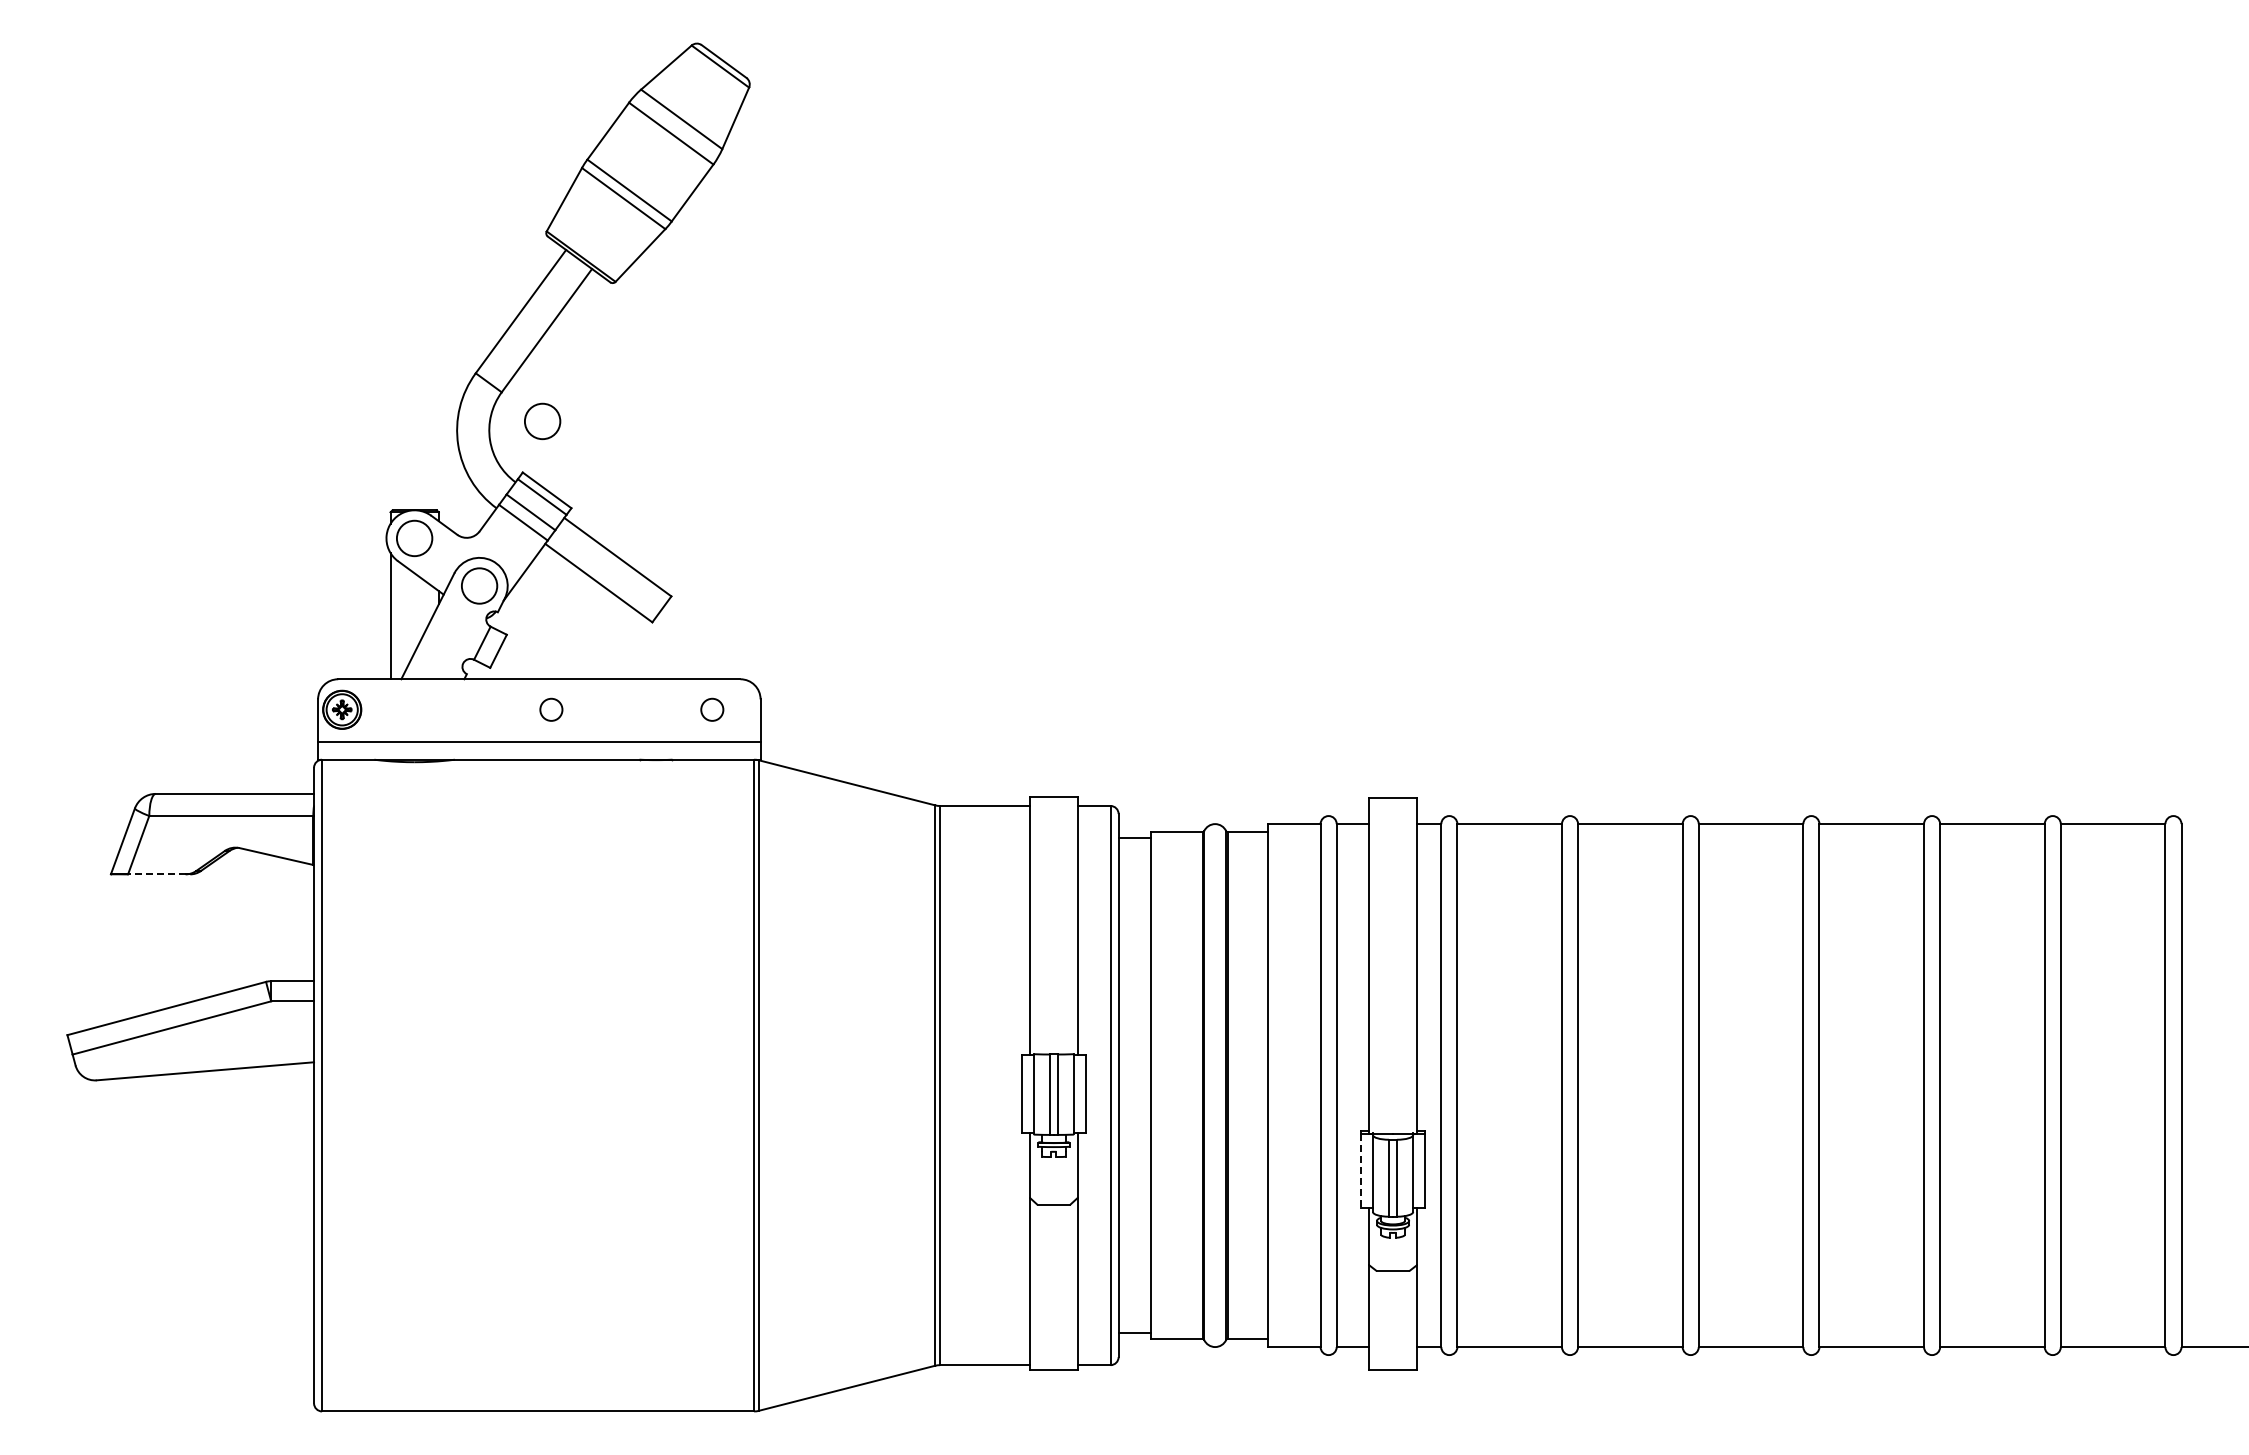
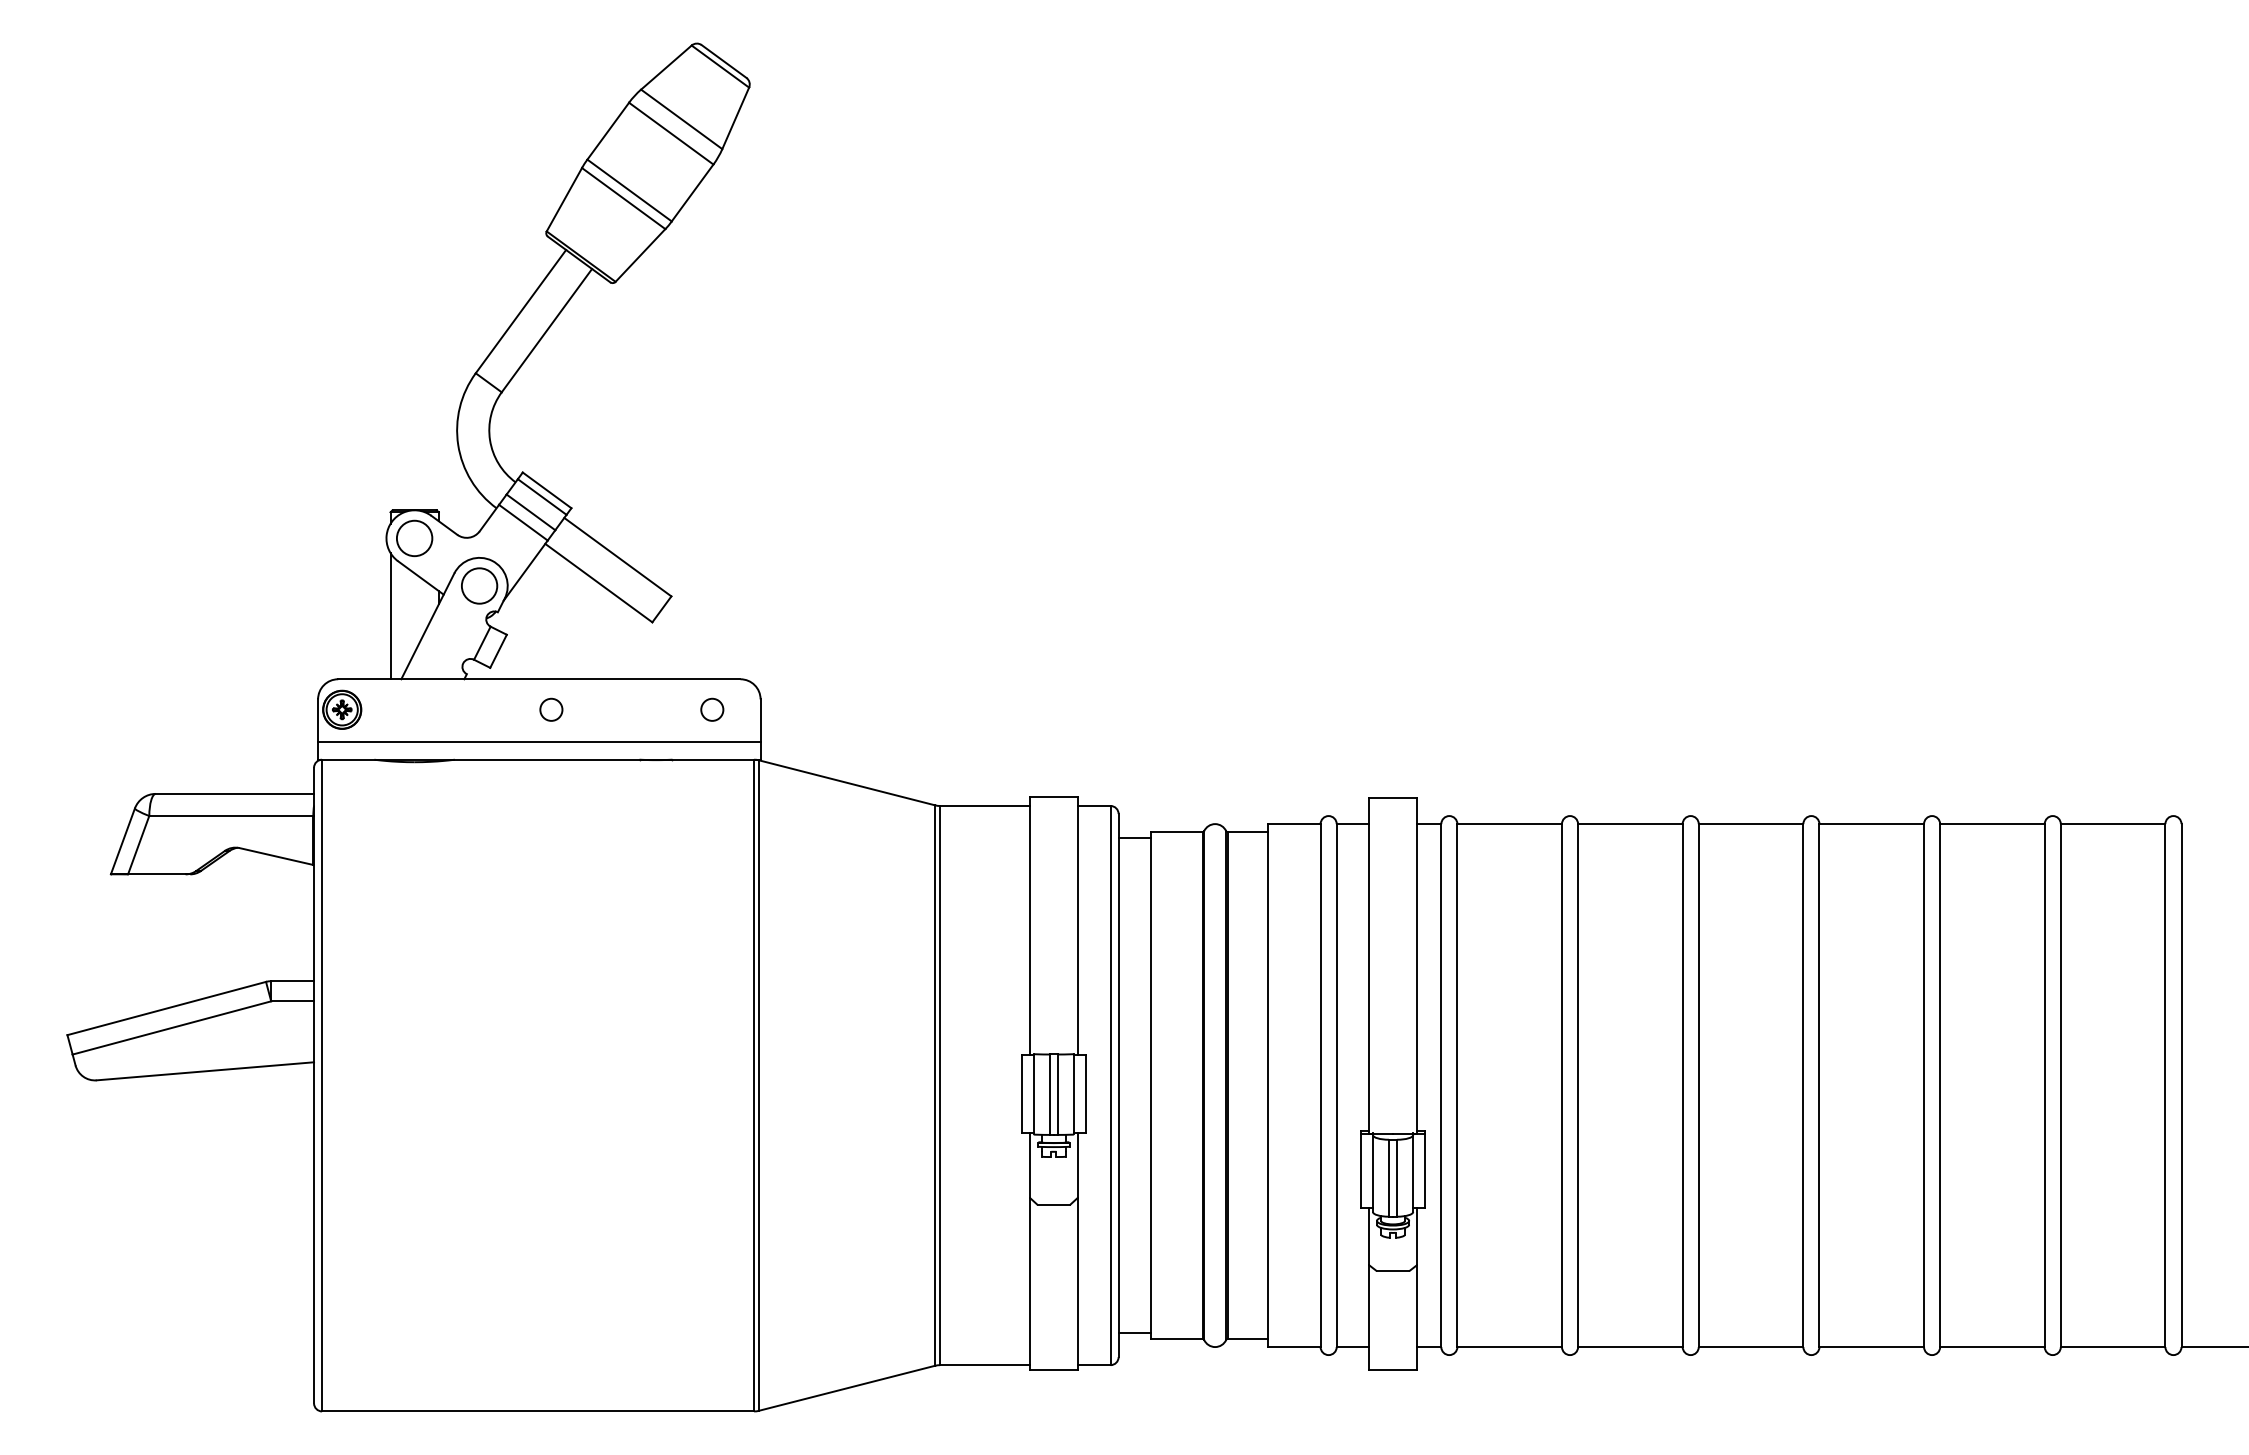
circle at (542, 421): present -> none
line at (156, 874): dashed -> solid
line at (1360, 1171): dashed -> solid
